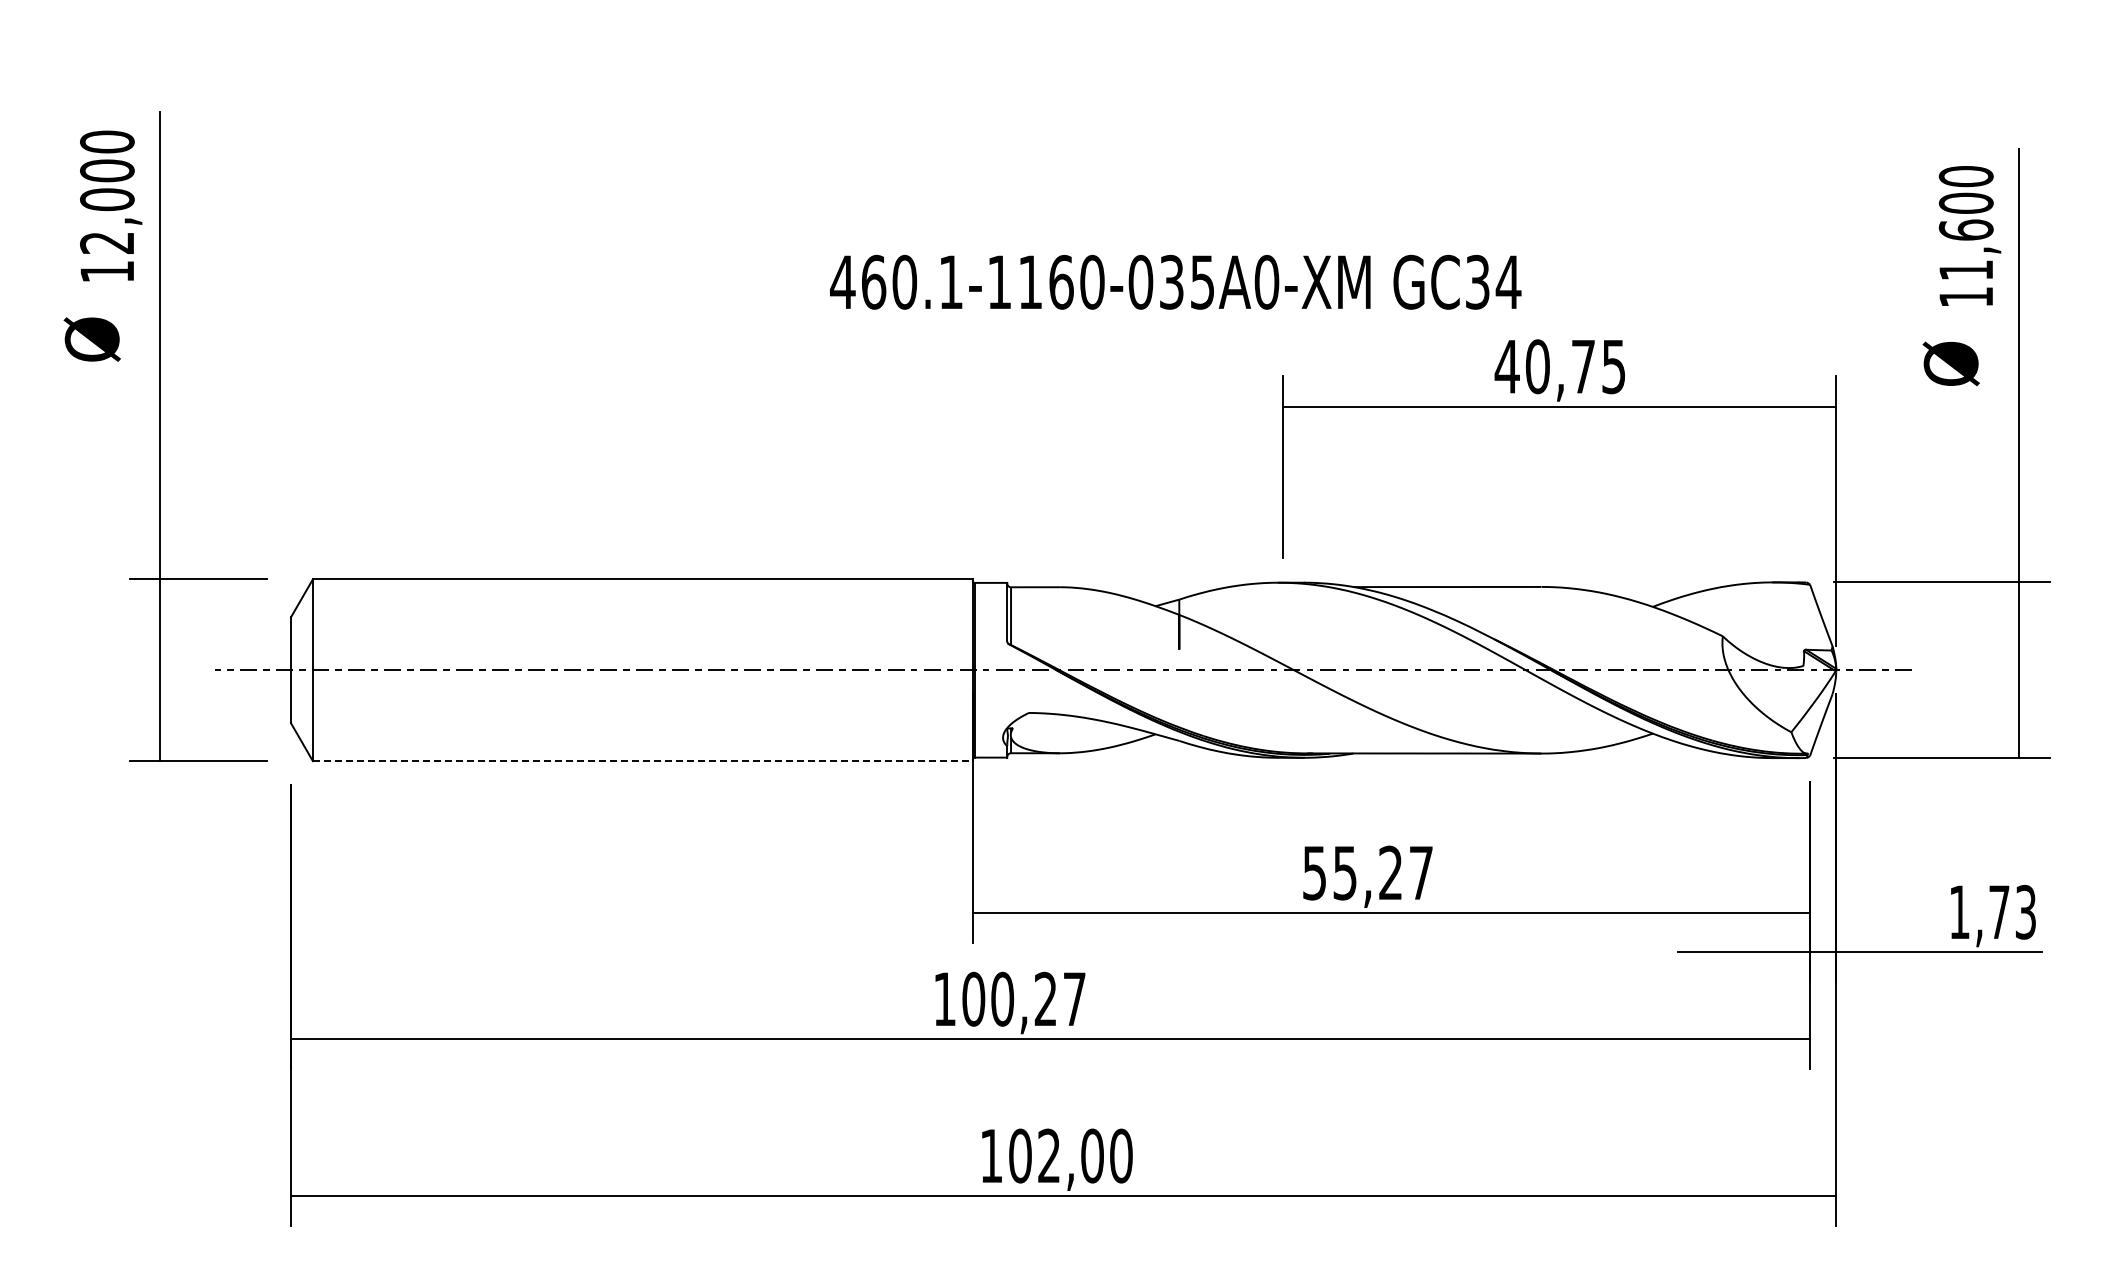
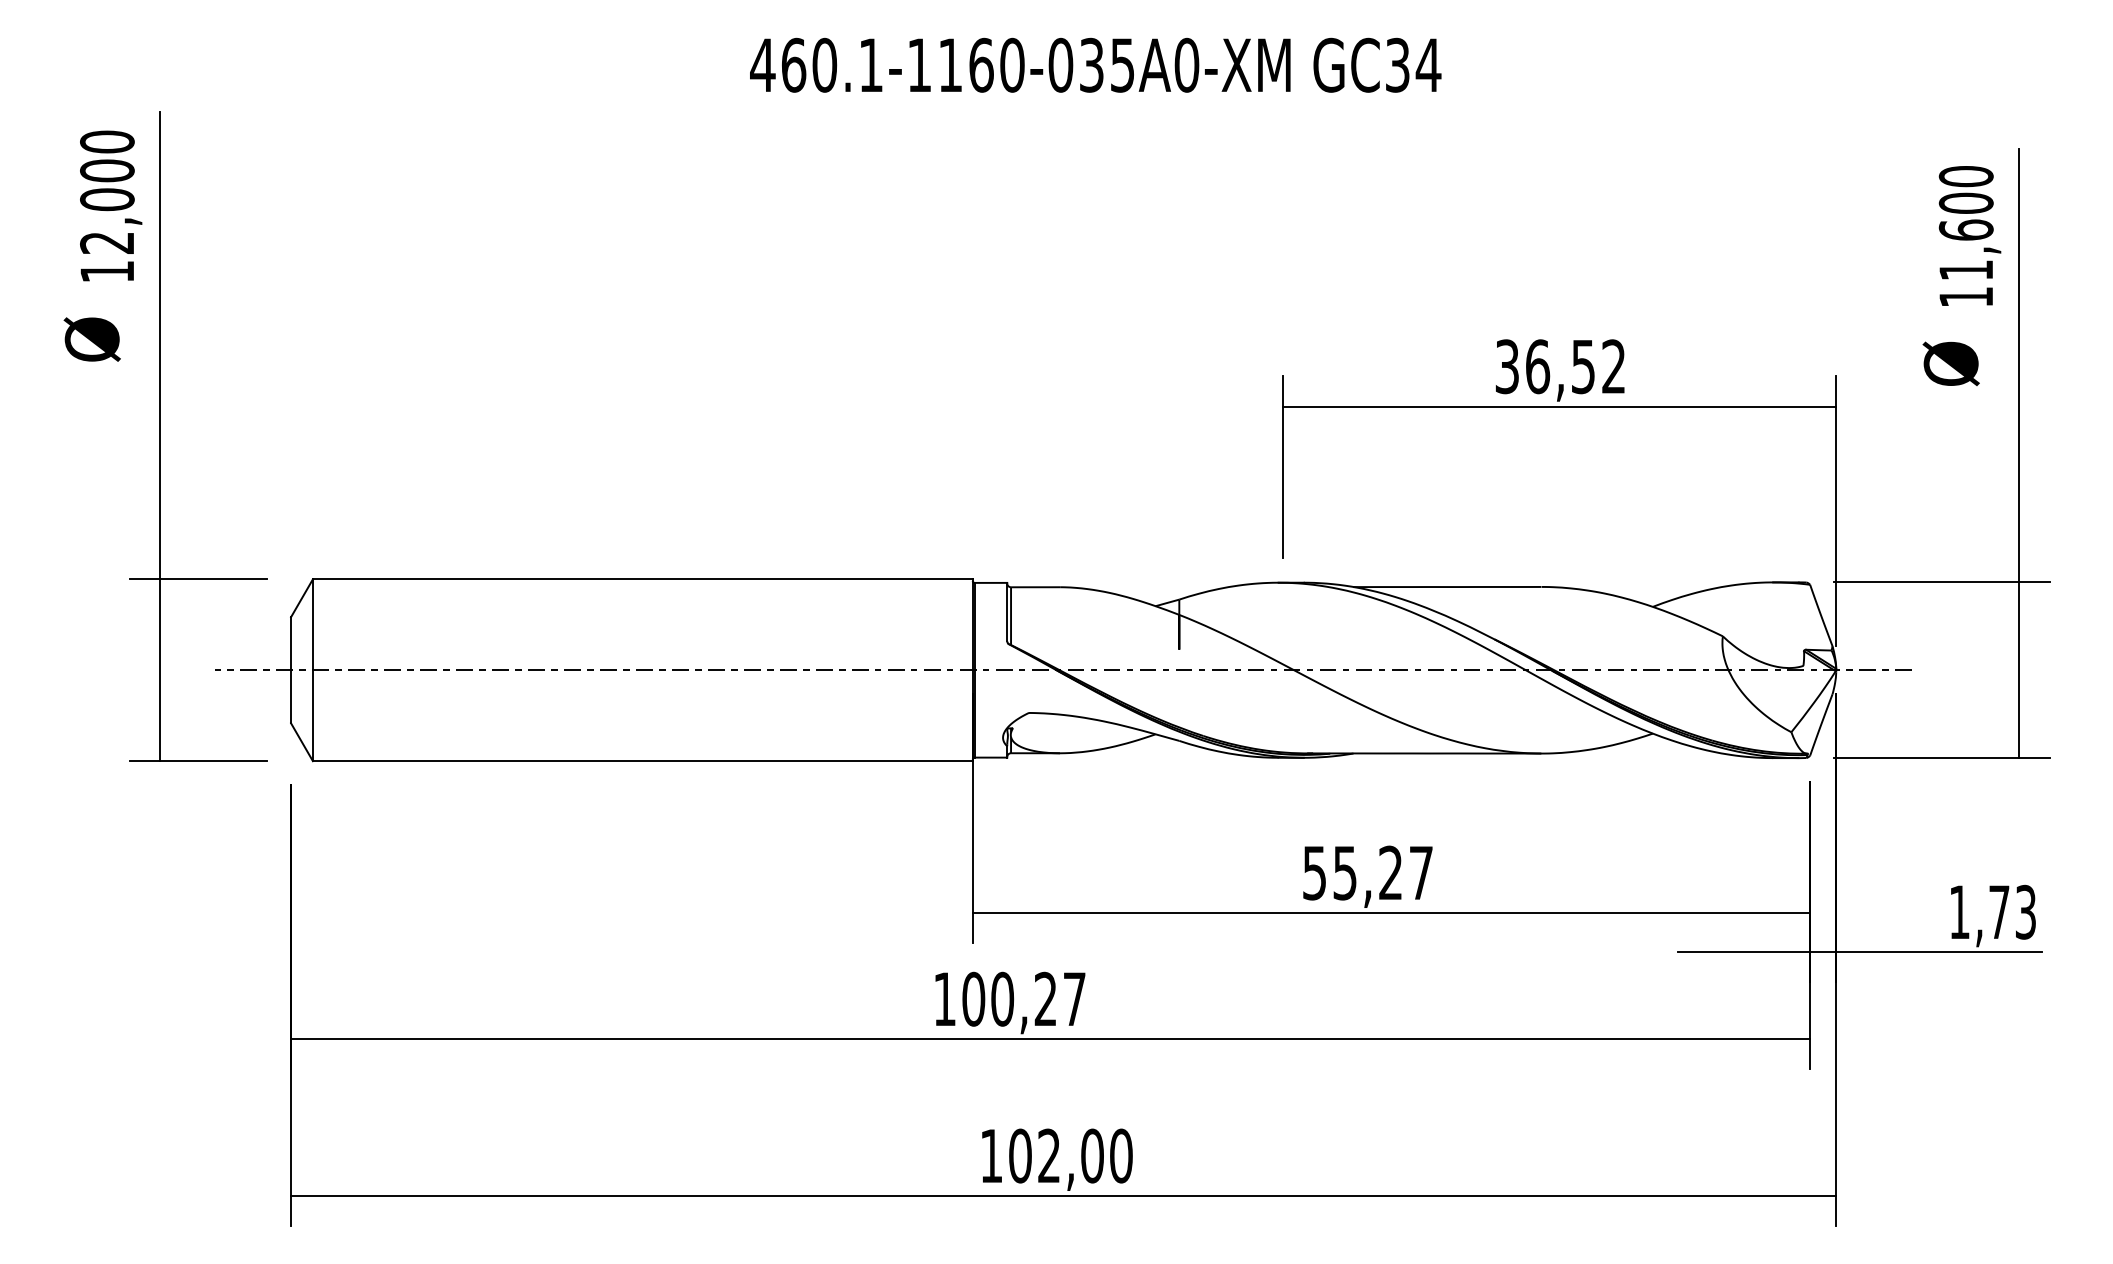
text at (1175, 281) position: (1175, 281) -> (1095, 64)
text at (1559, 366): 40,75 -> 36,52
line at (642, 761): dashed -> solid
